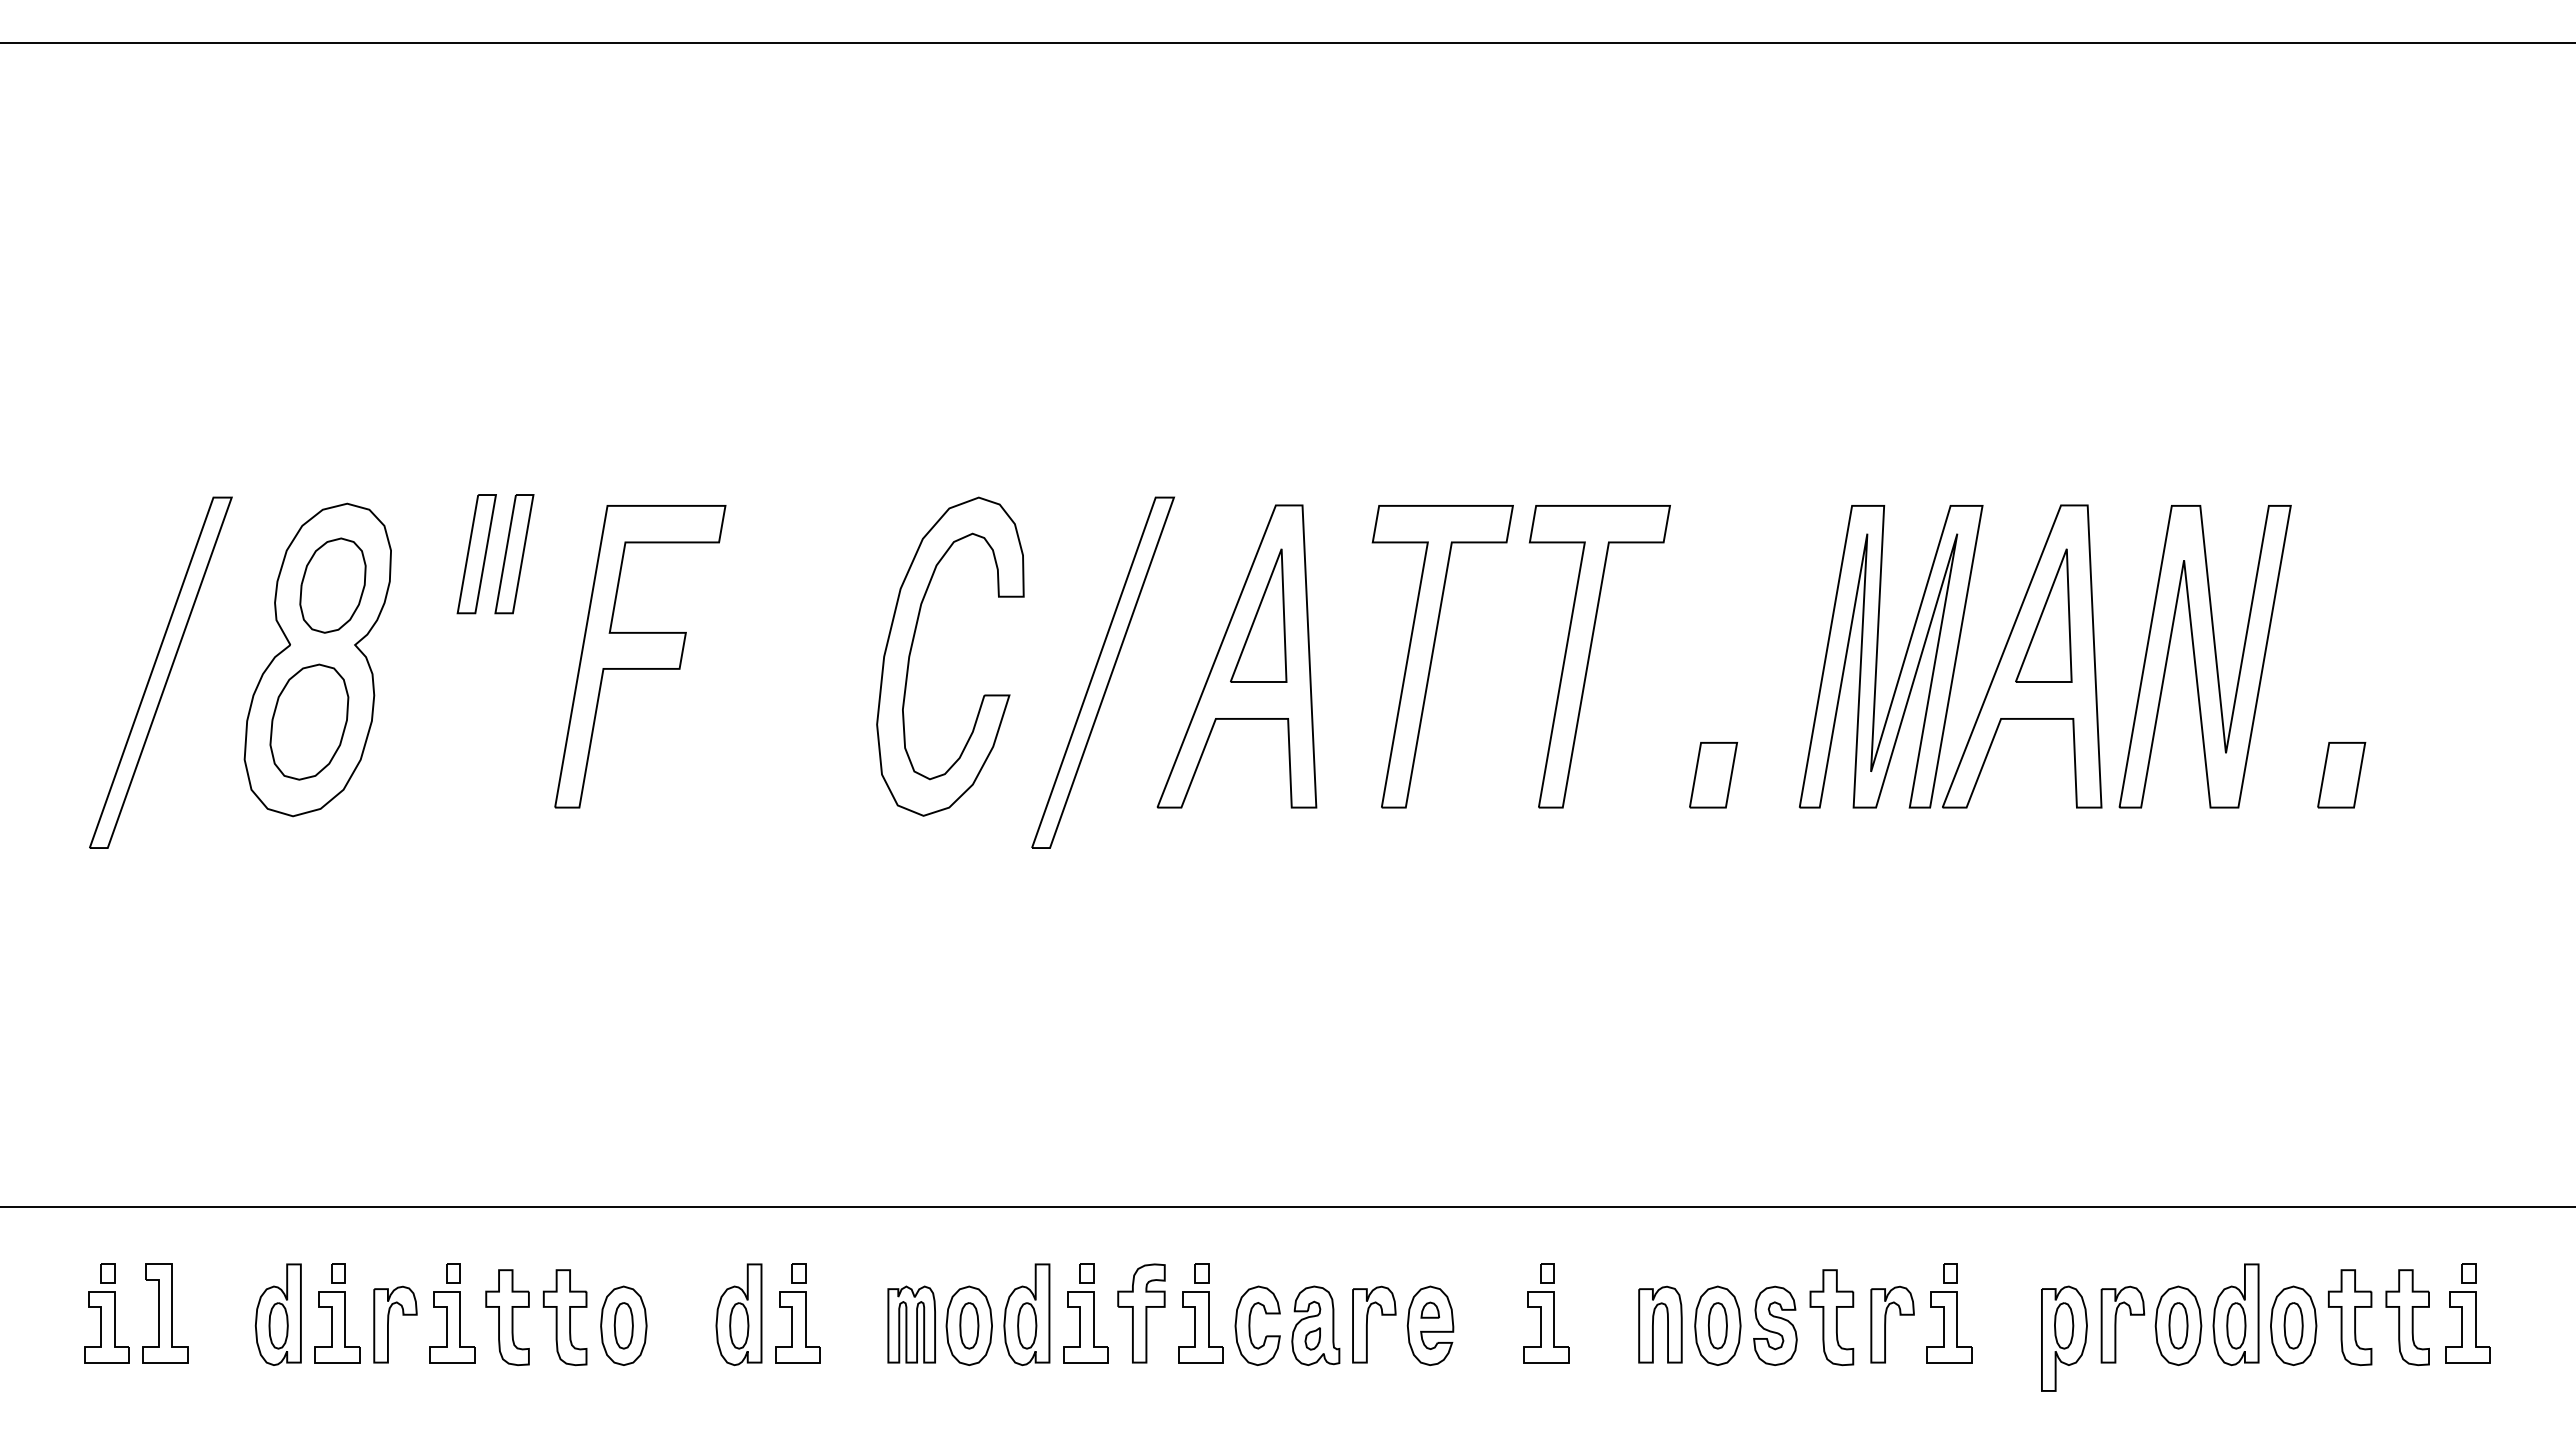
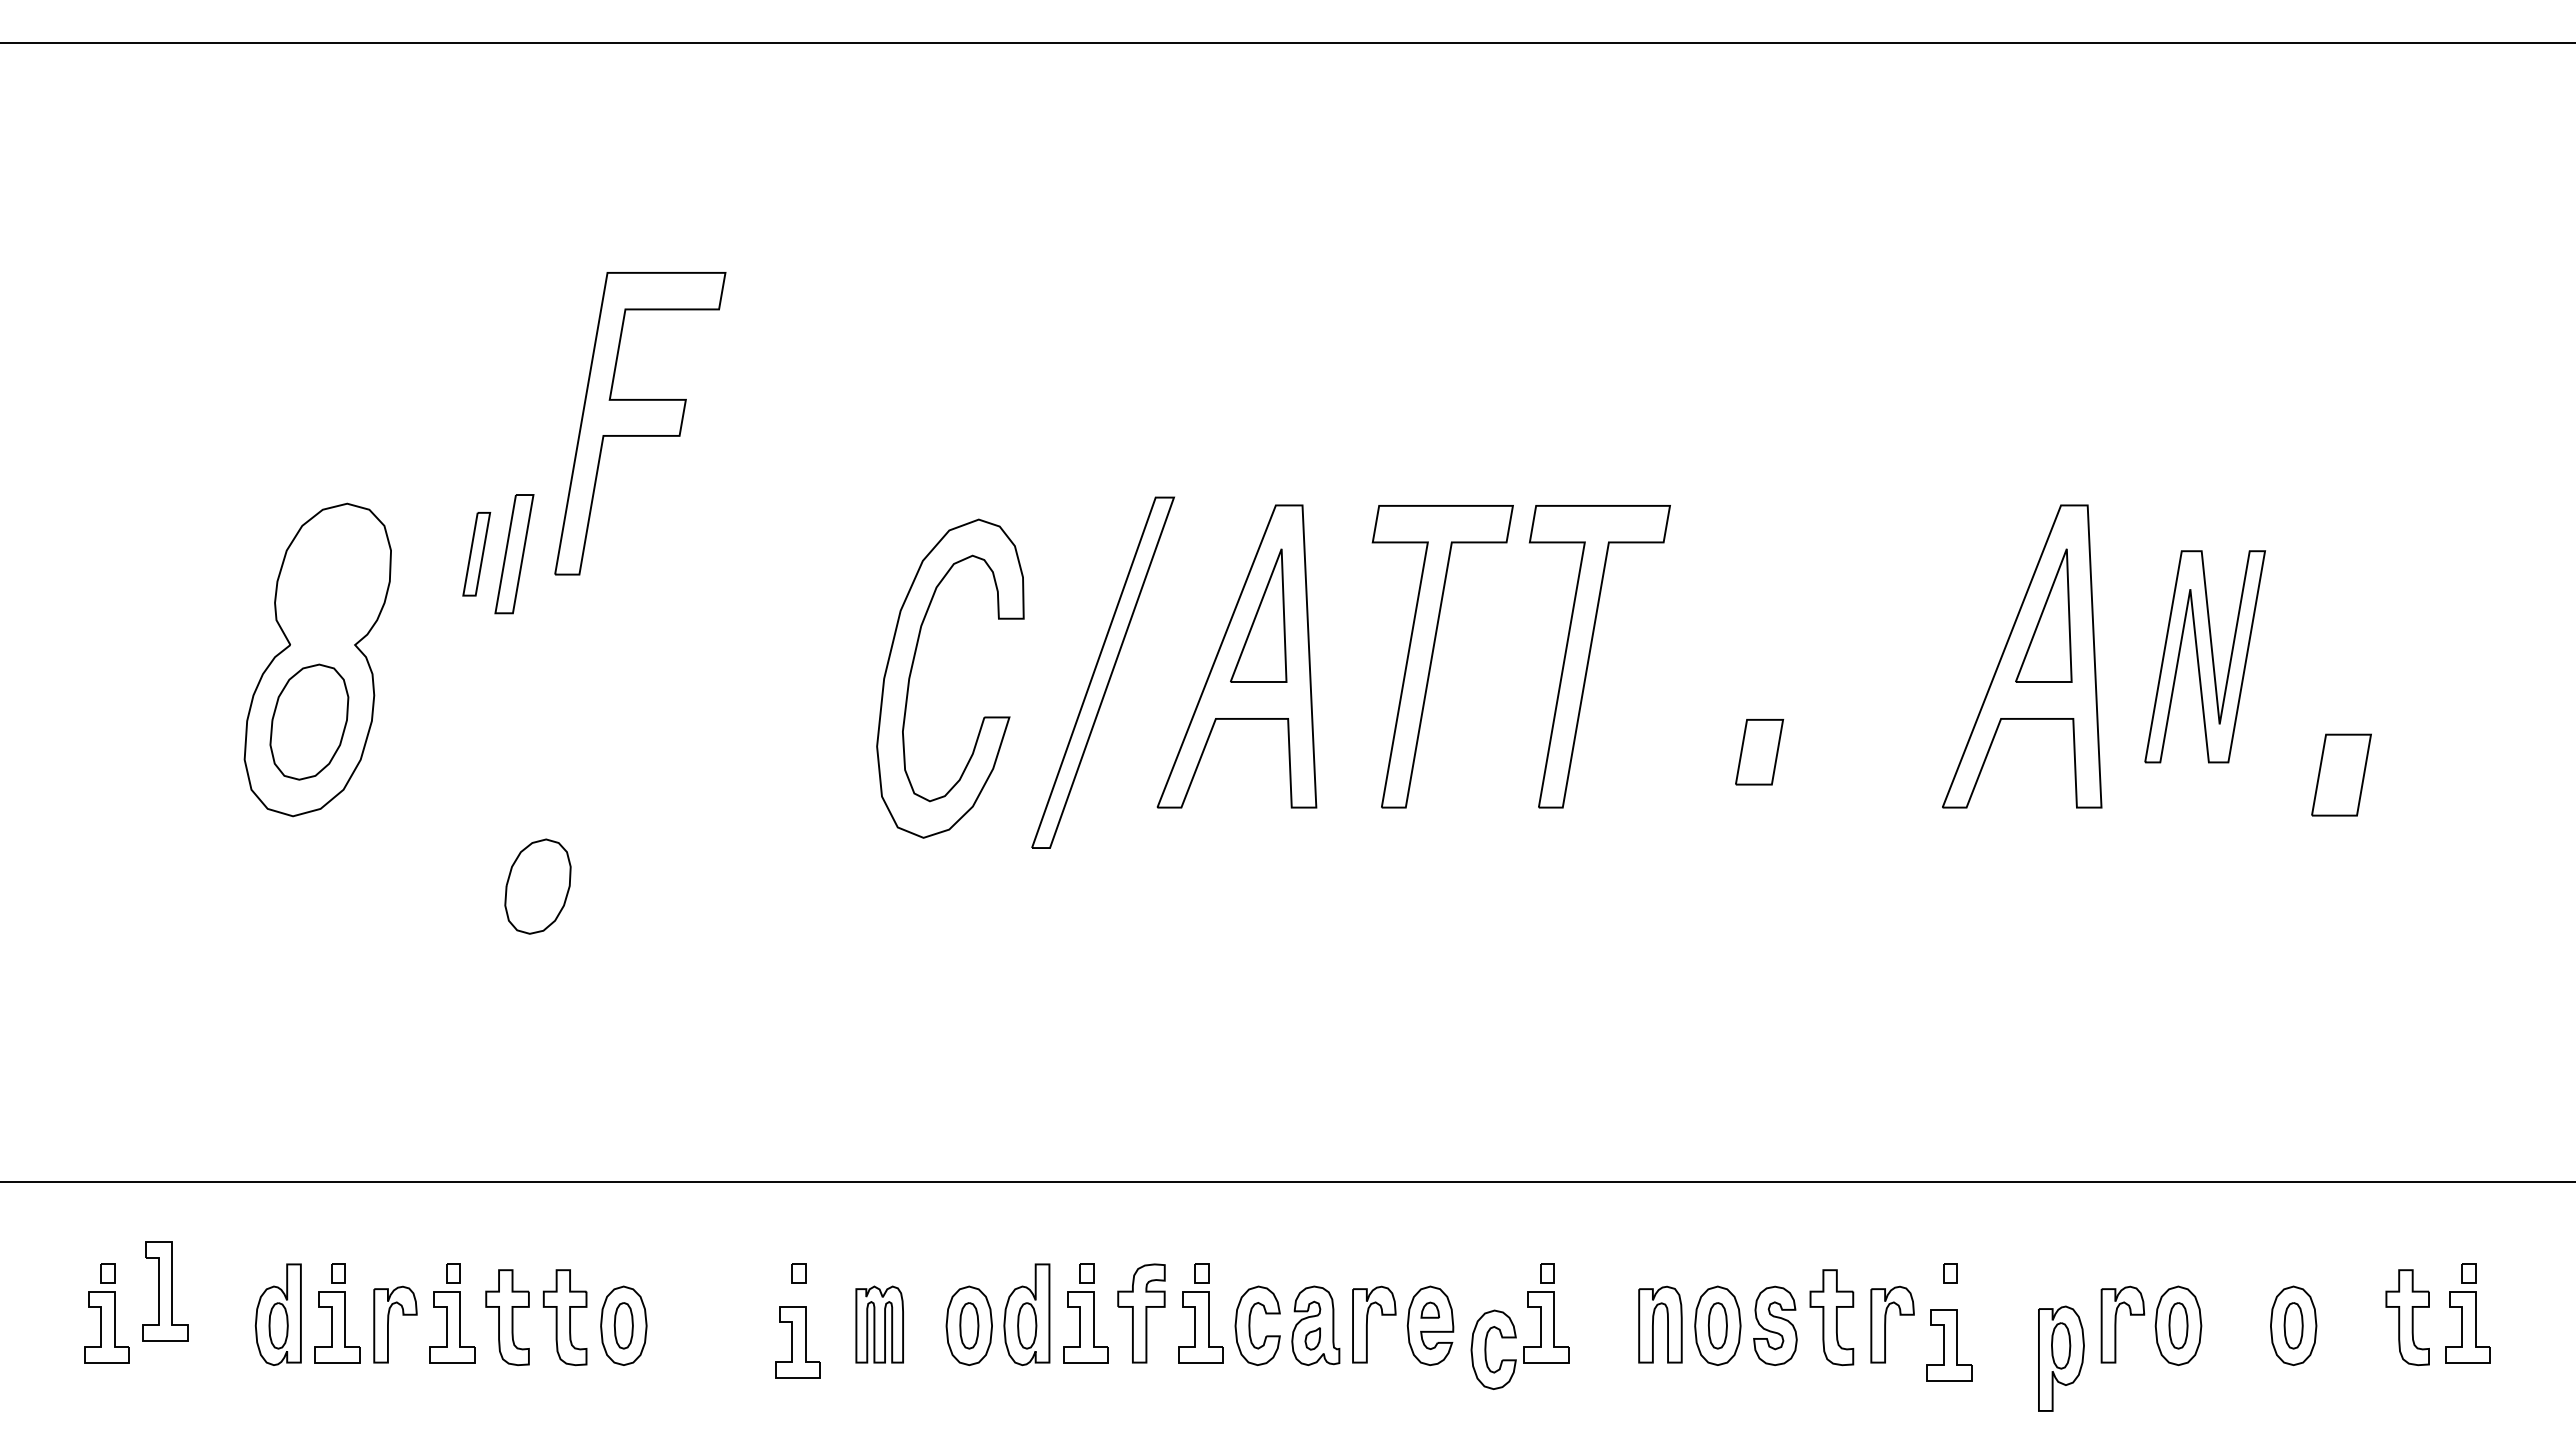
part at (476, 554) size: 41x121 px -> 30x85 px
part at (332, 585) position: (332, 585) -> (537, 886)
part at (912, 647) position: (912, 647) -> (912, 669)
part at (640, 656) position: (640, 656) -> (640, 423)
part at (2204, 656) size: 174x304 px -> 122x214 px
part at (1903, 659): present -> none
part at (160, 672): present -> none
part at (1713, 775) position: (1713, 775) -> (1759, 752)
part at (2341, 775) size: 50x67 px -> 61x84 px
line at (1287, 1206) position: (1287, 1206) -> (1287, 1181)
part at (165, 1313) position: (165, 1313) -> (165, 1291)
part at (738, 1314): present -> none
part at (2235, 1314): present -> none
part at (2349, 1317): present -> none
part at (911, 1324) position: (911, 1324) -> (879, 1324)
part at (797, 1327) position: (797, 1327) -> (797, 1342)
part at (1949, 1327) position: (1949, 1327) -> (1949, 1345)
part at (2064, 1338) position: (2064, 1338) -> (2061, 1358)
part at (1486, 1349): none -> present
